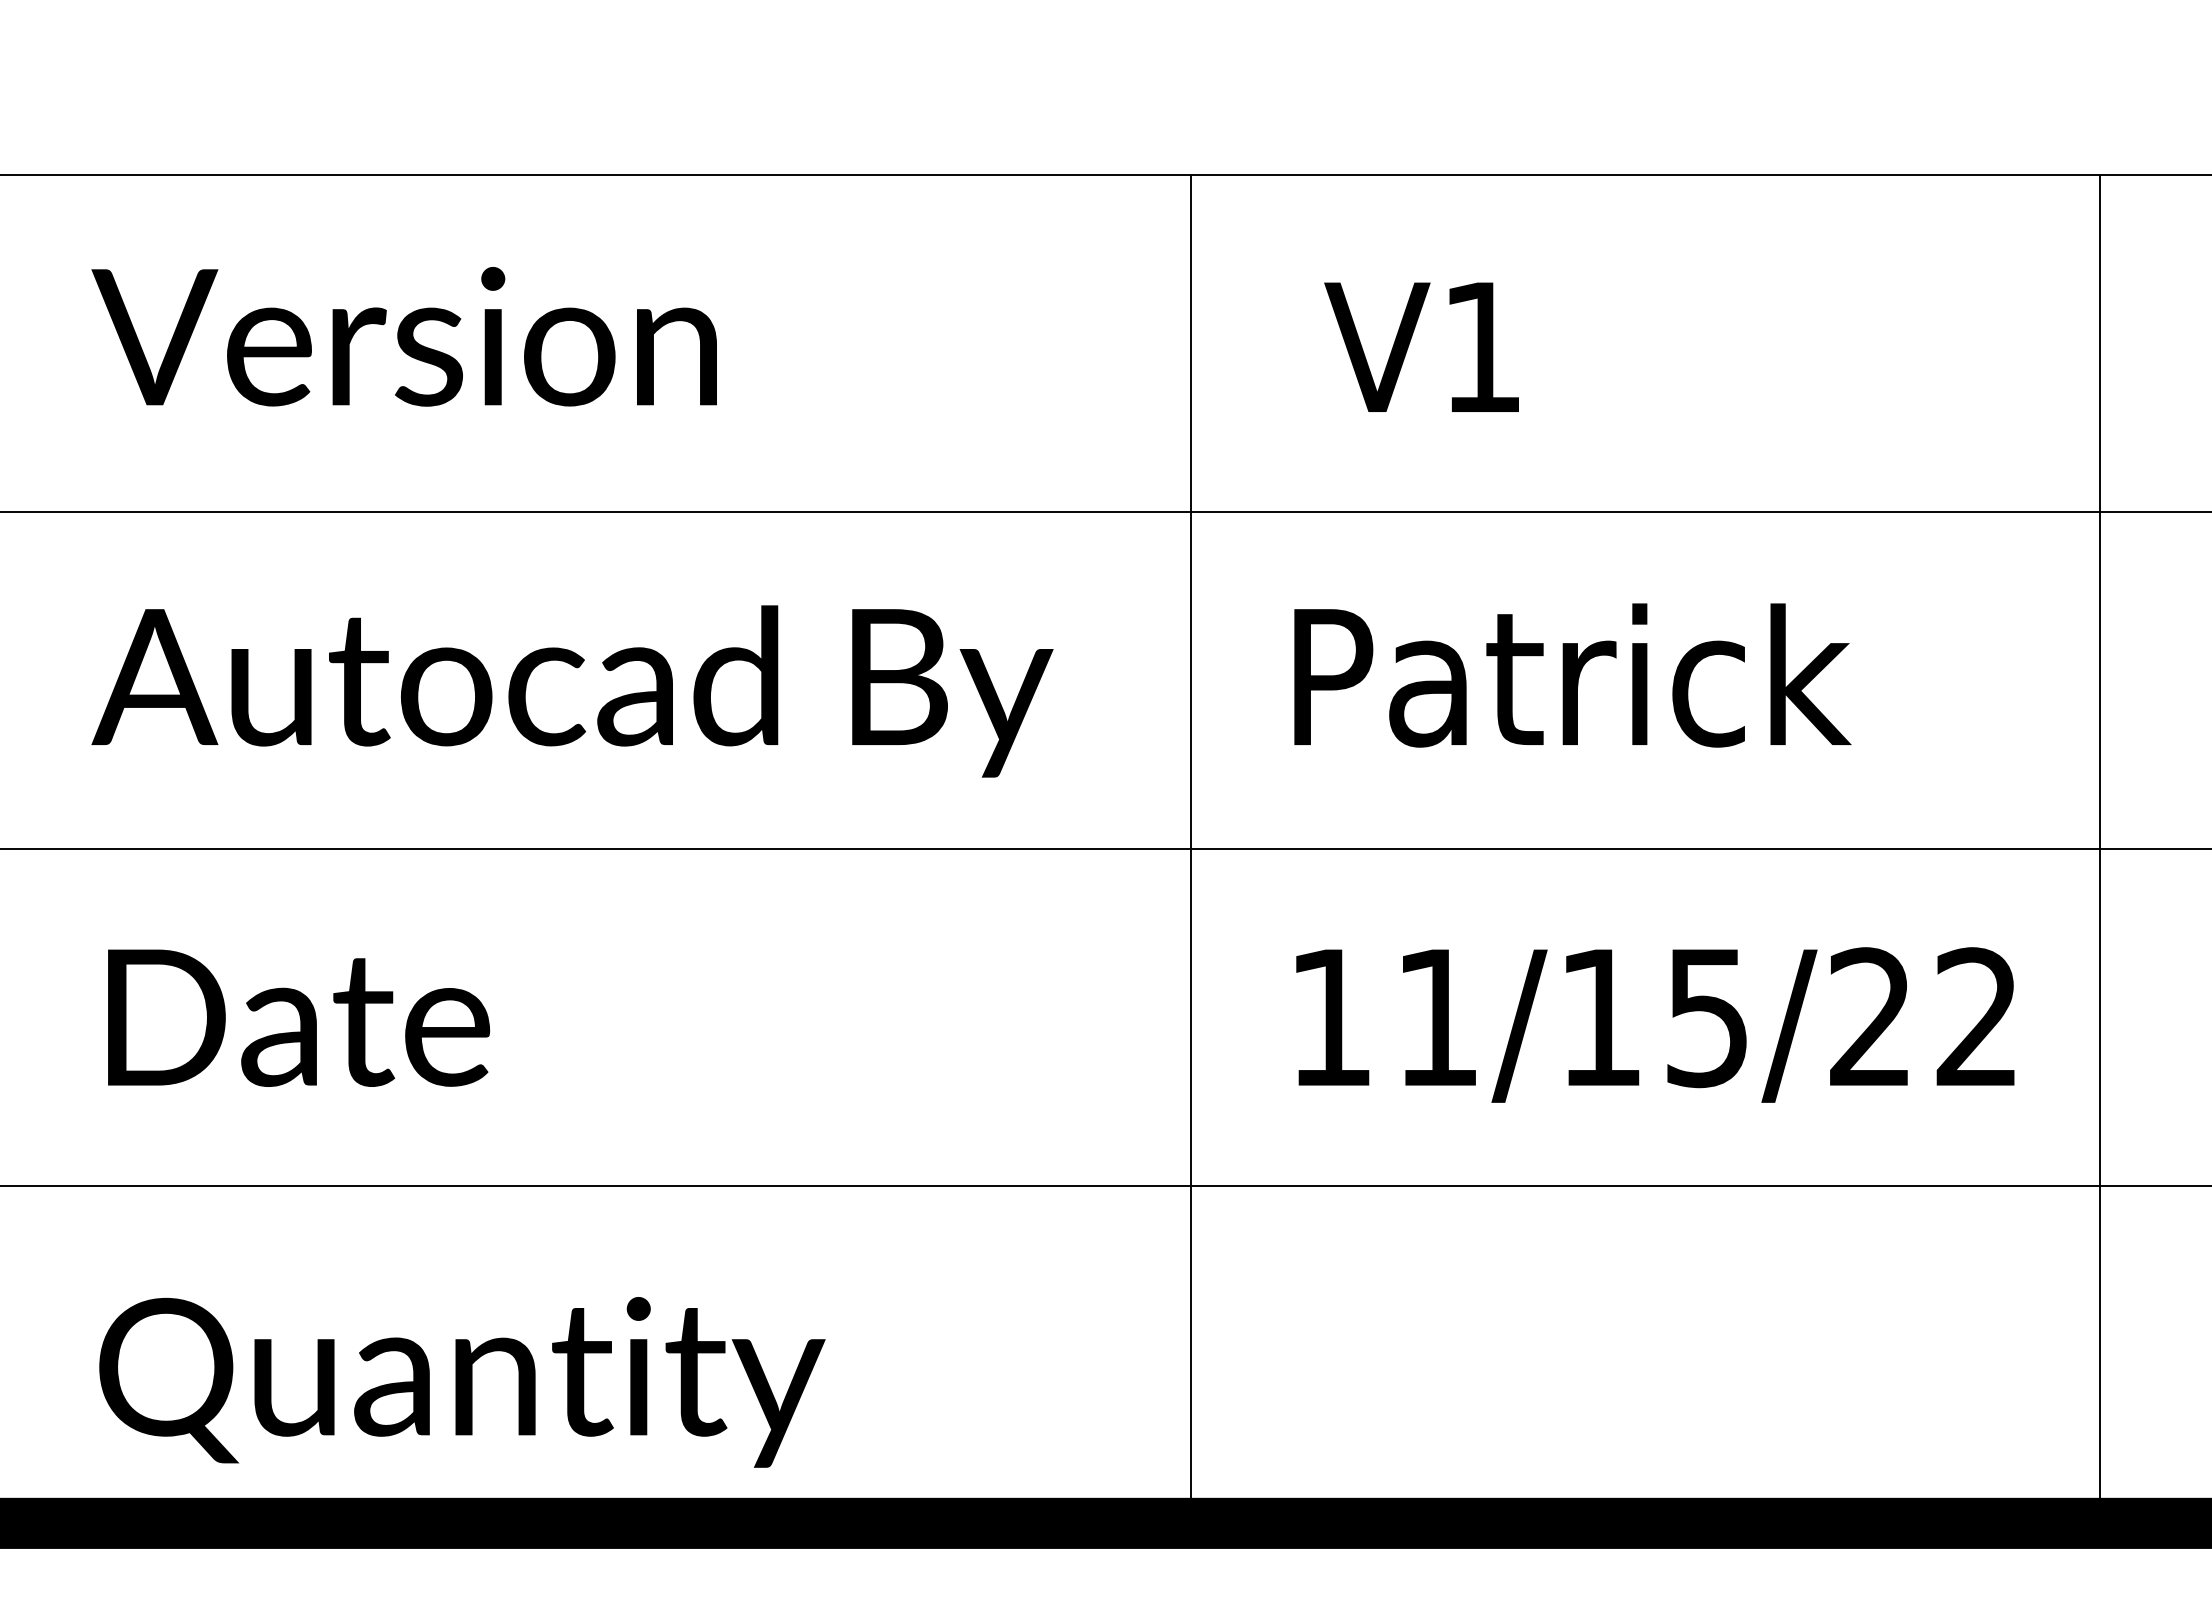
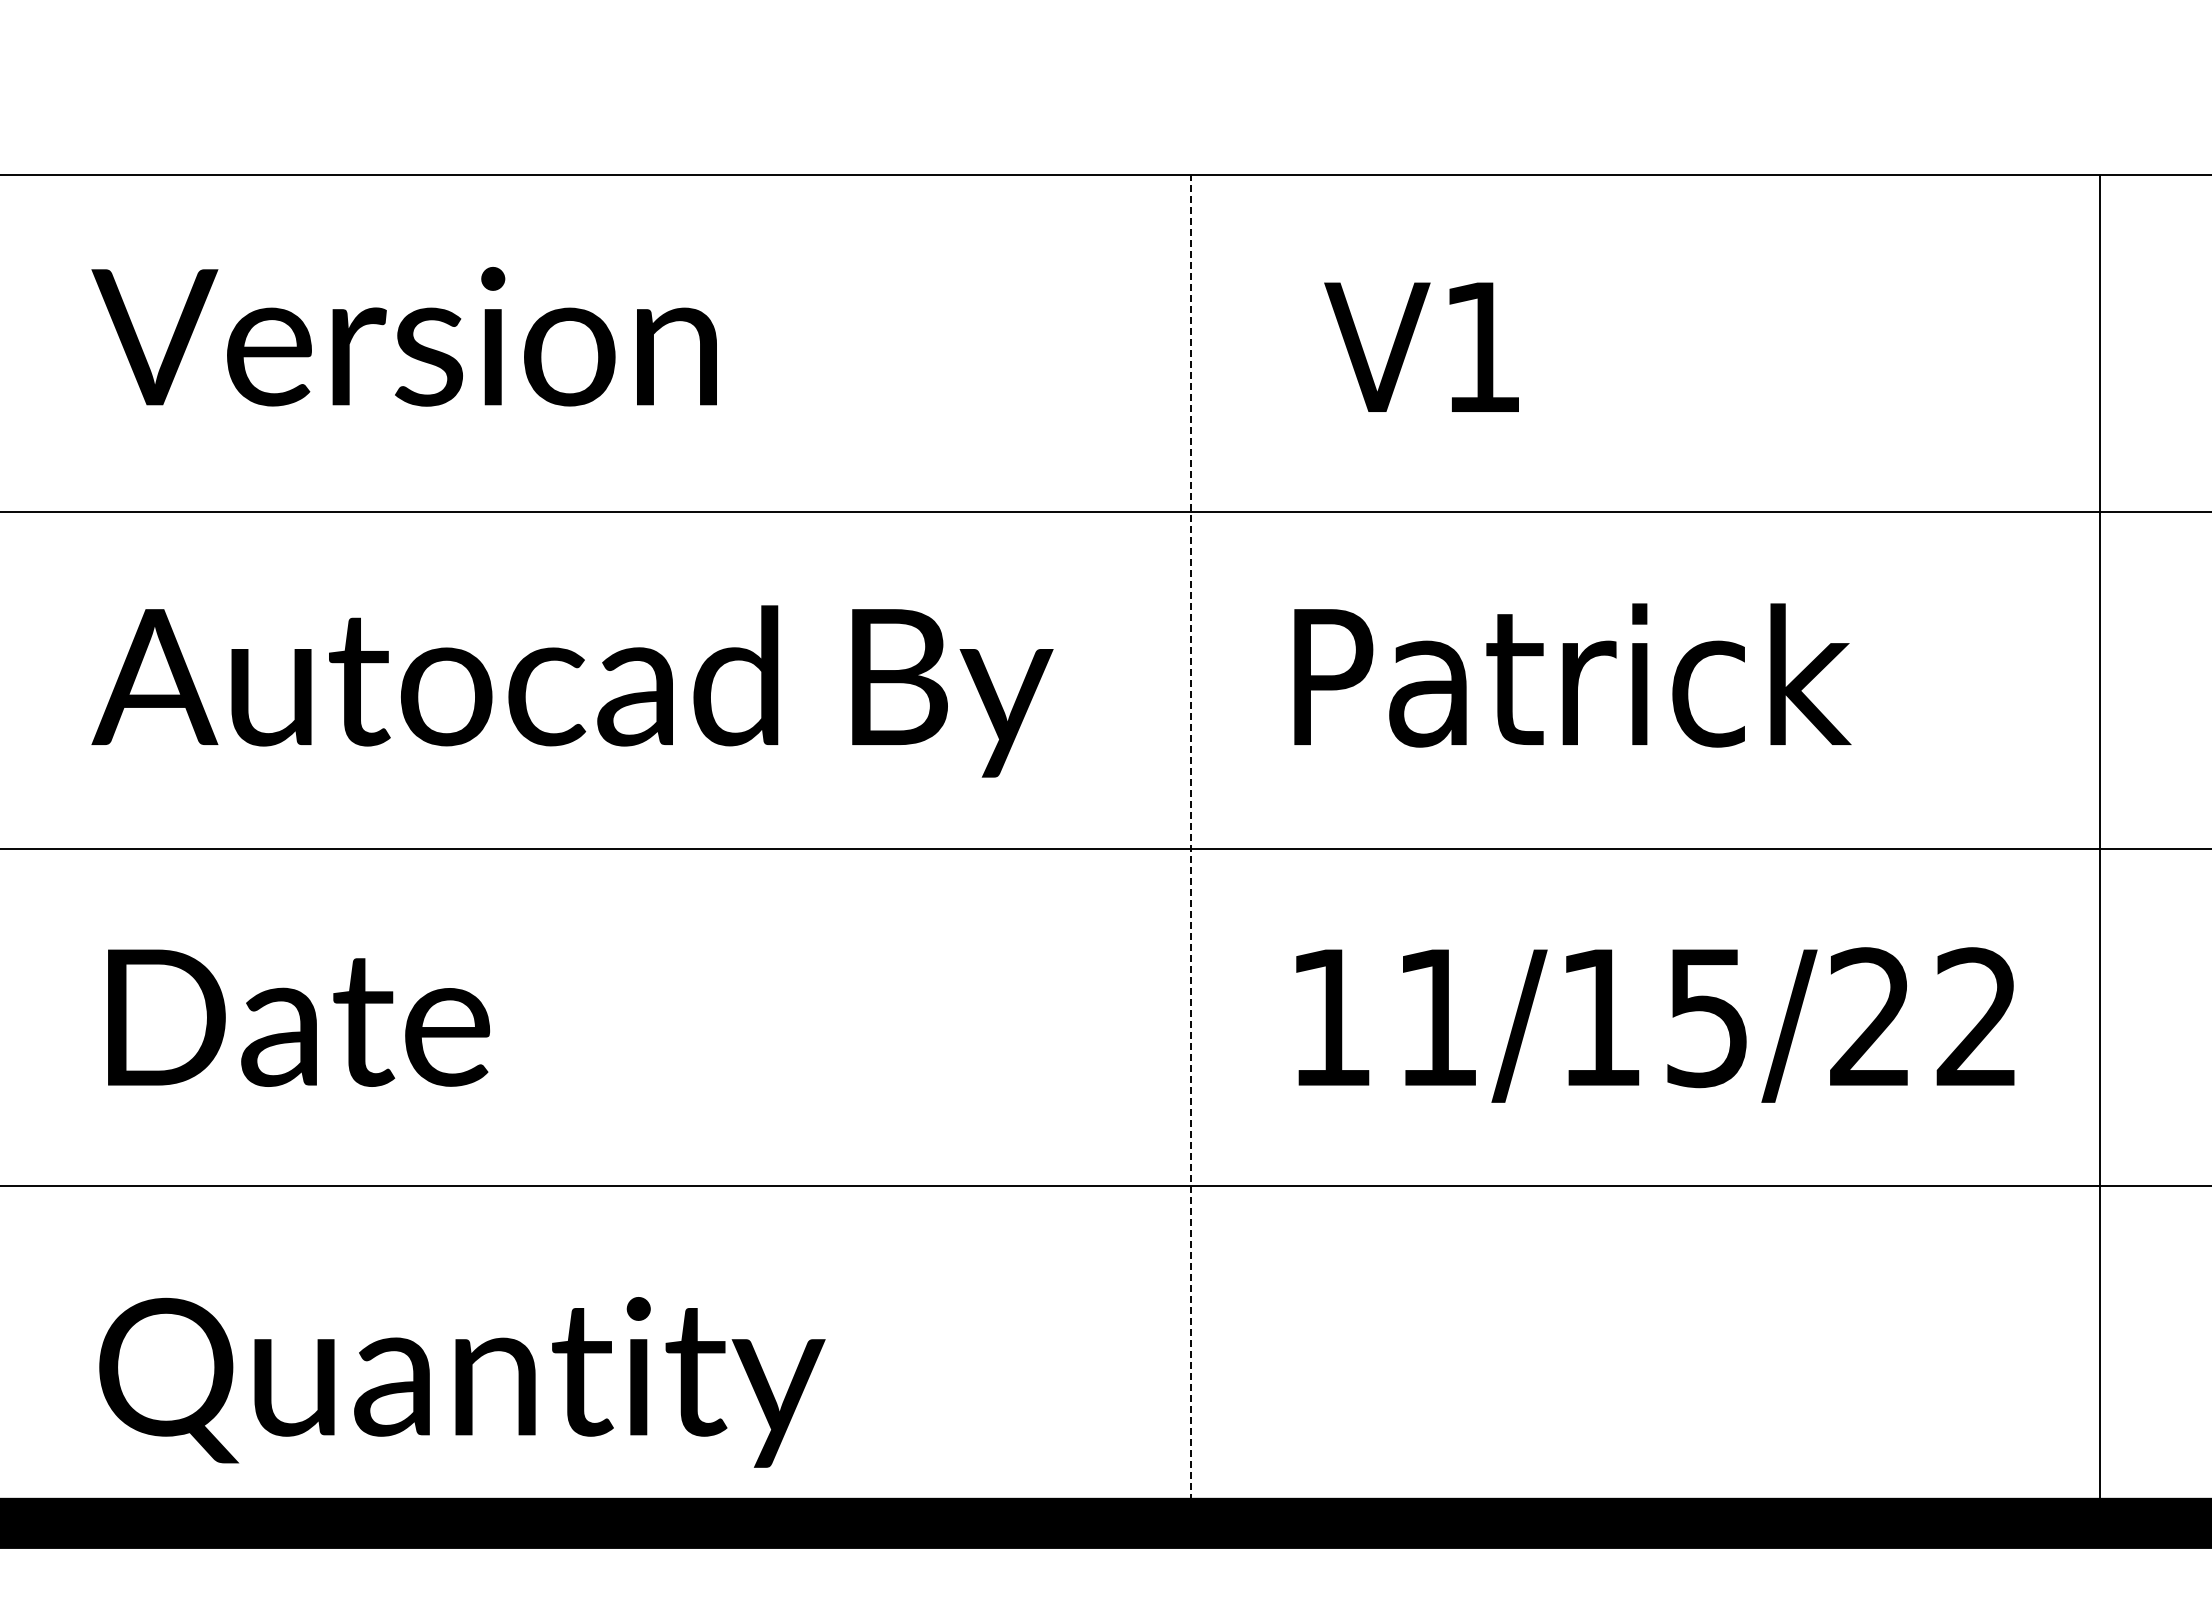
line at (1190, 848): solid -> dashed
